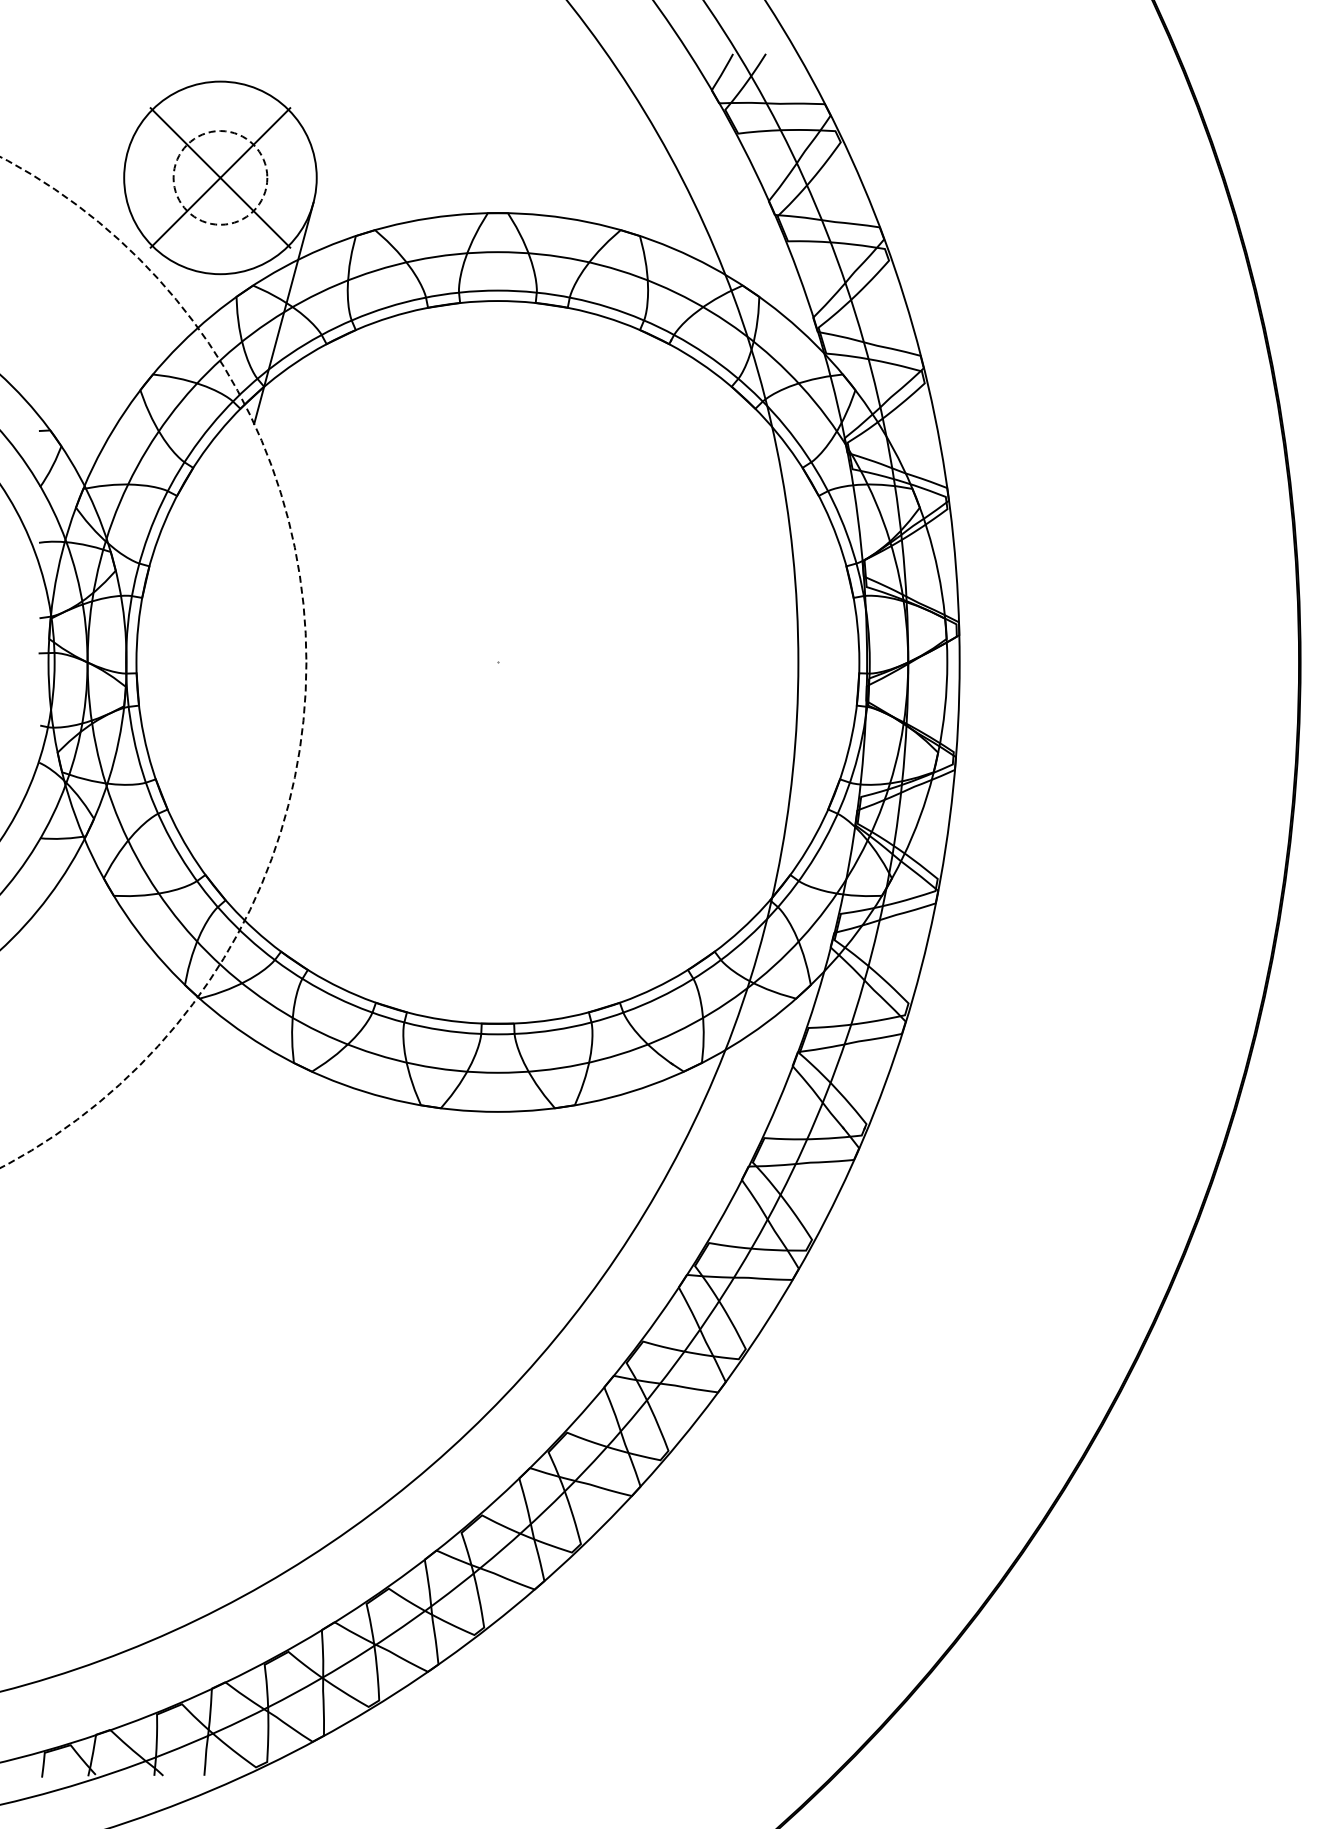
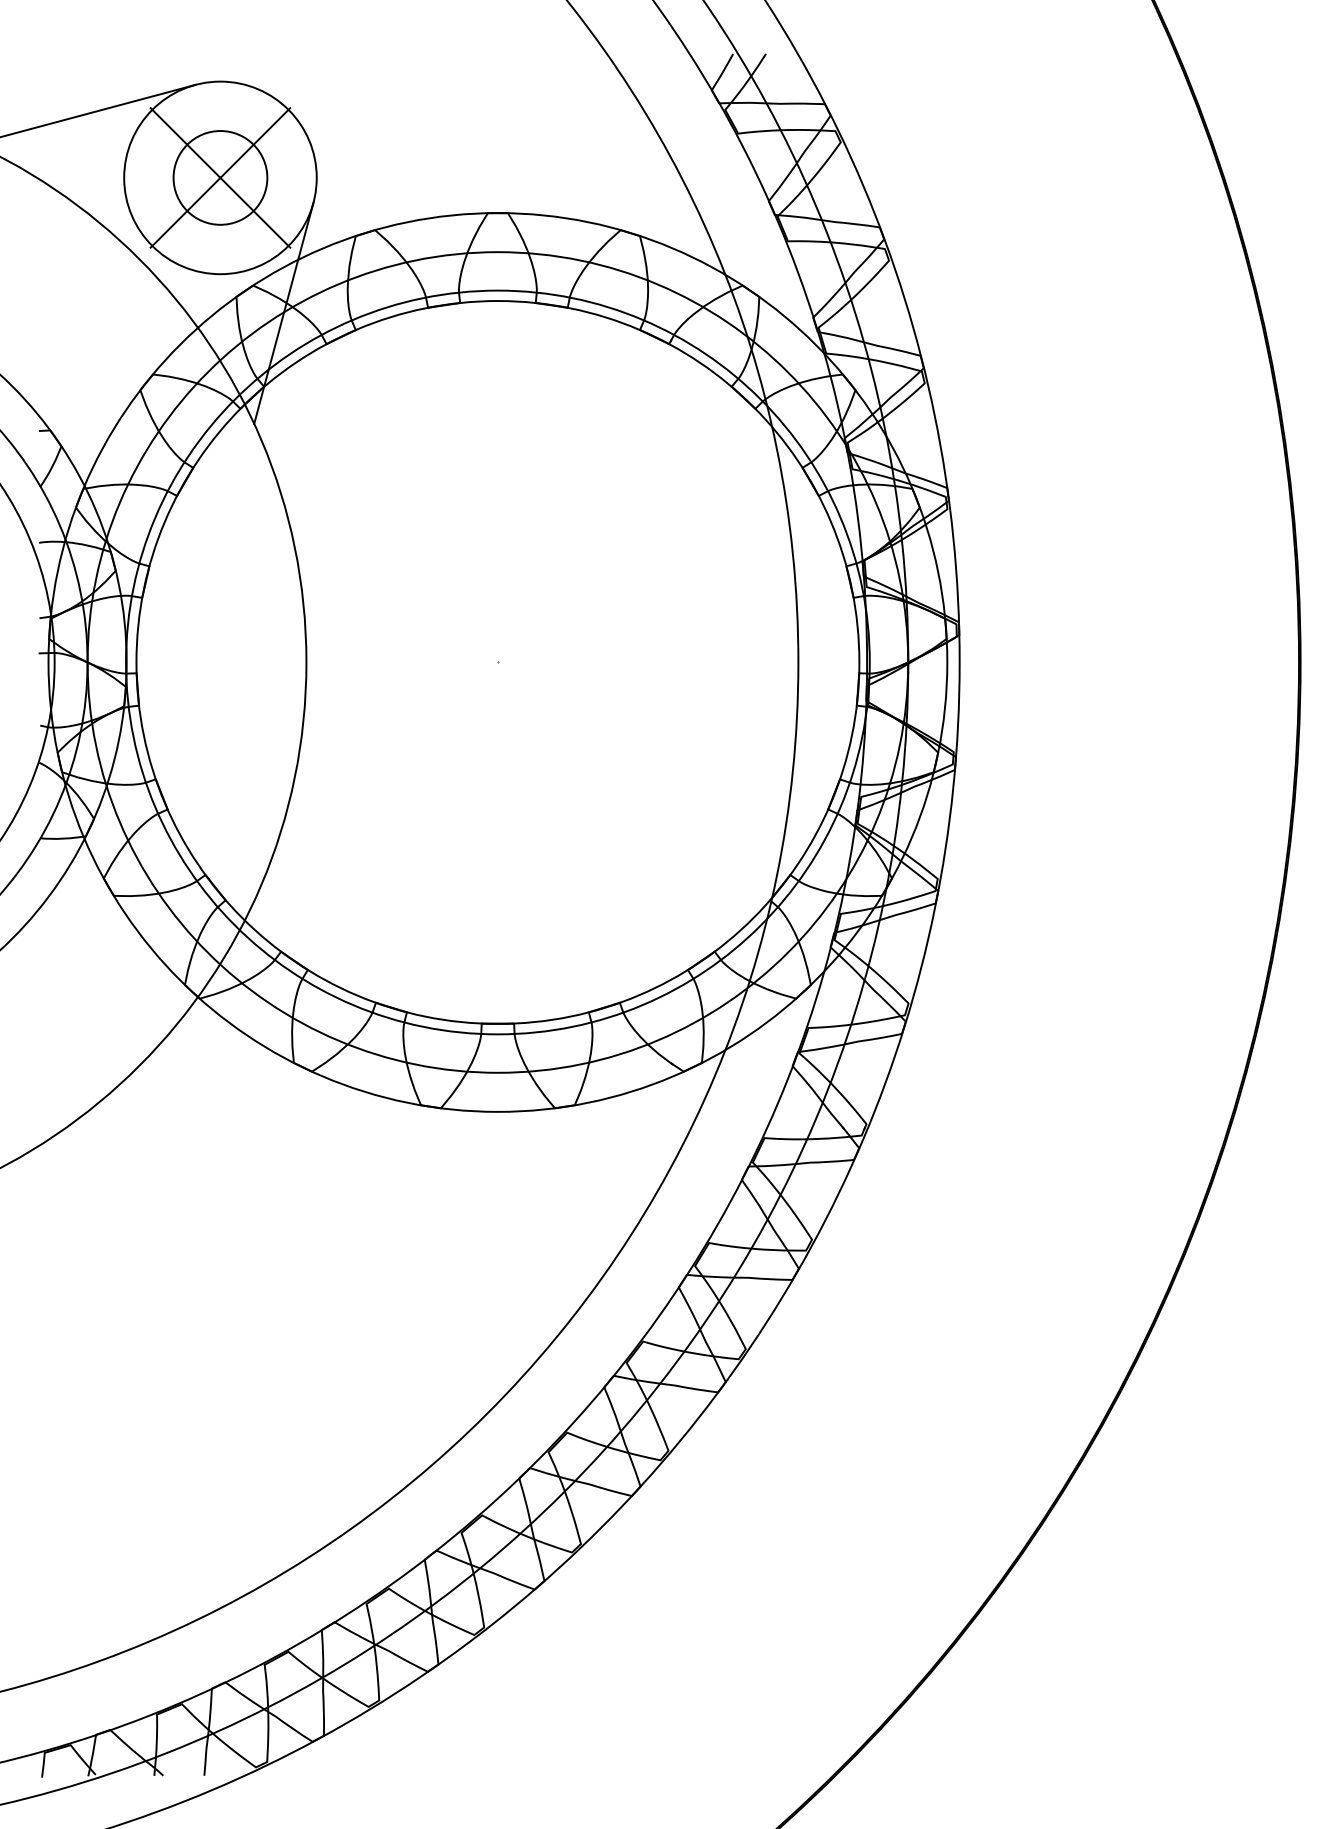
line at (98, 110): none -> present
circle at (220, 177): dashed -> solid
circle at (153, 662): dashed -> solid
